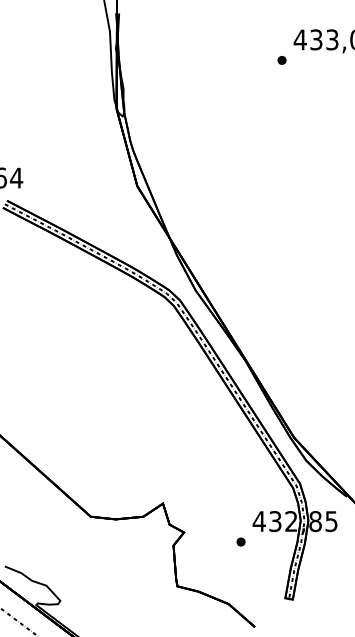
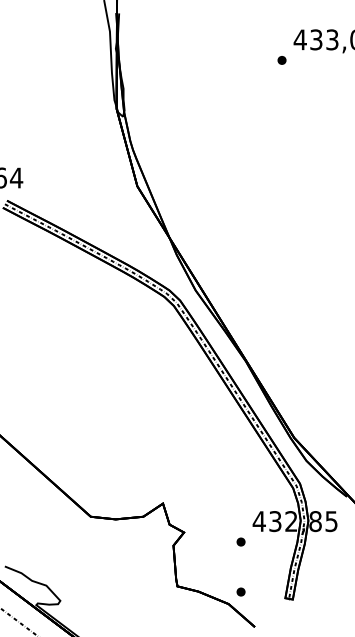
part at (240, 591): none -> present
